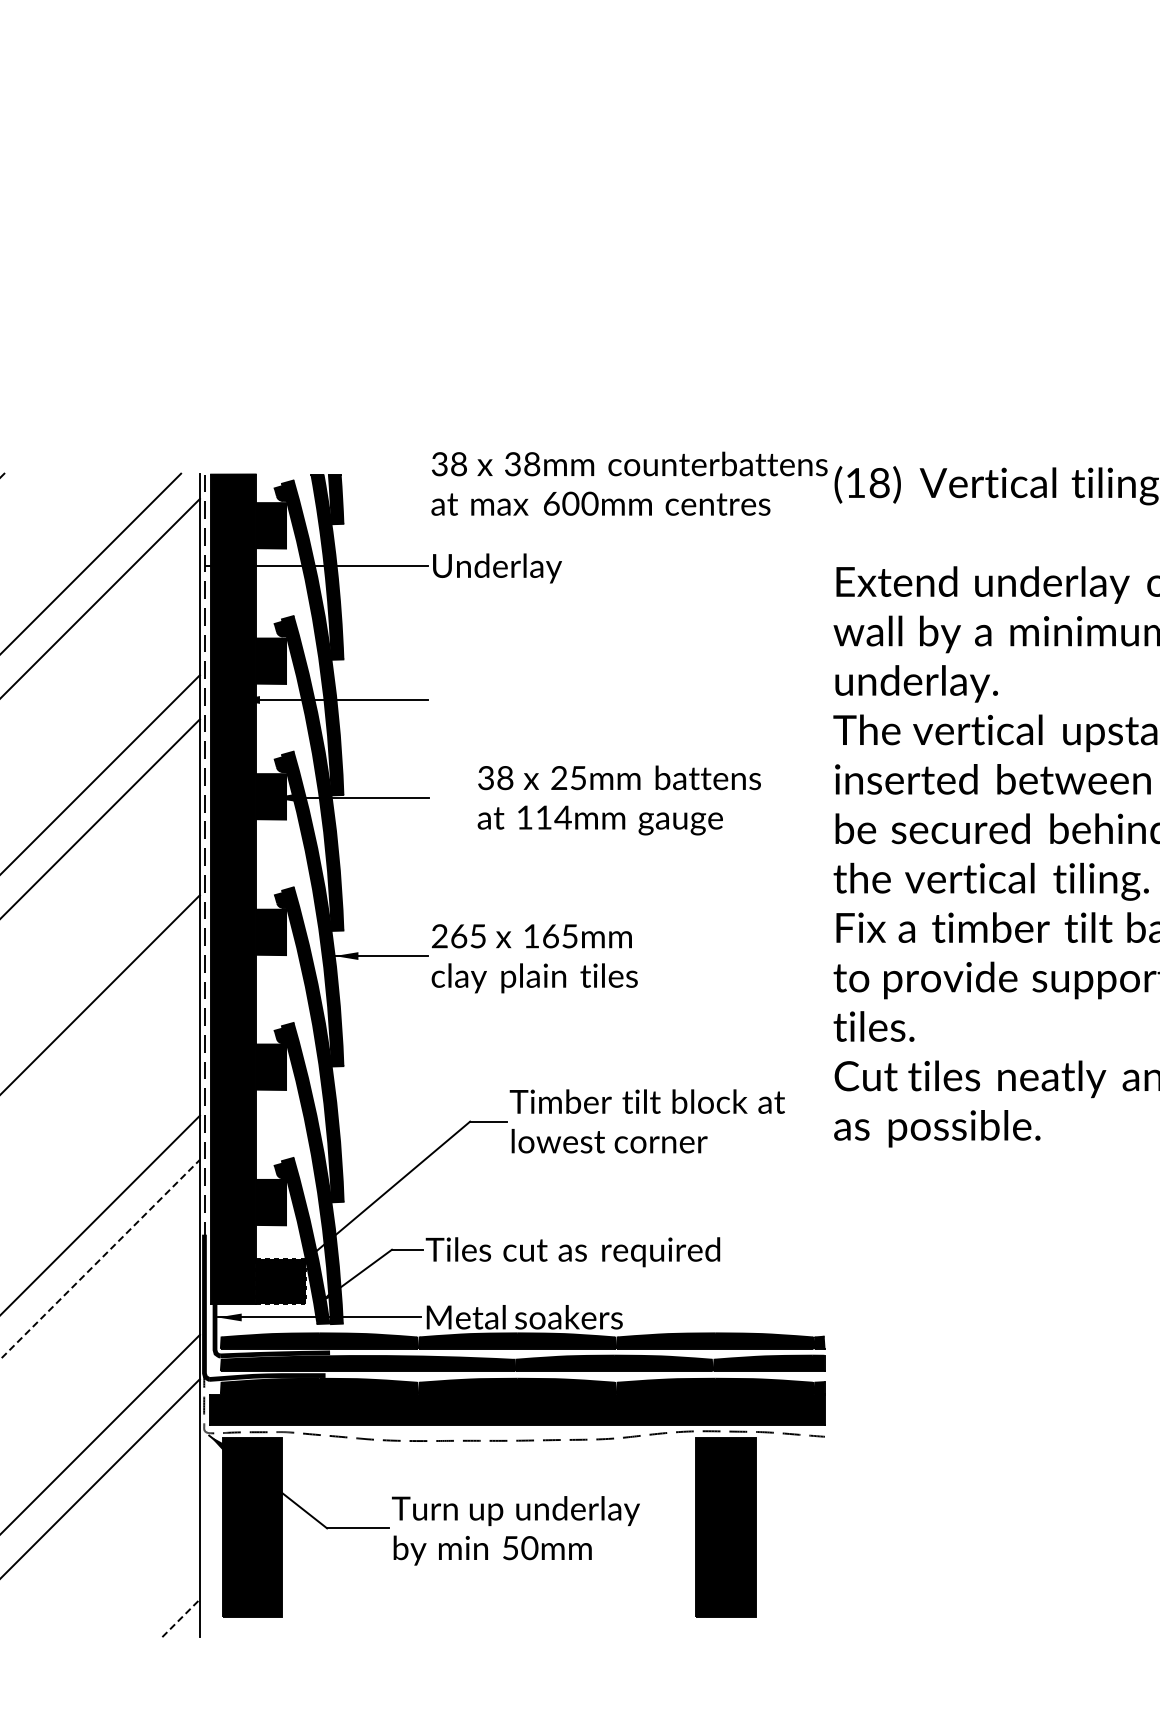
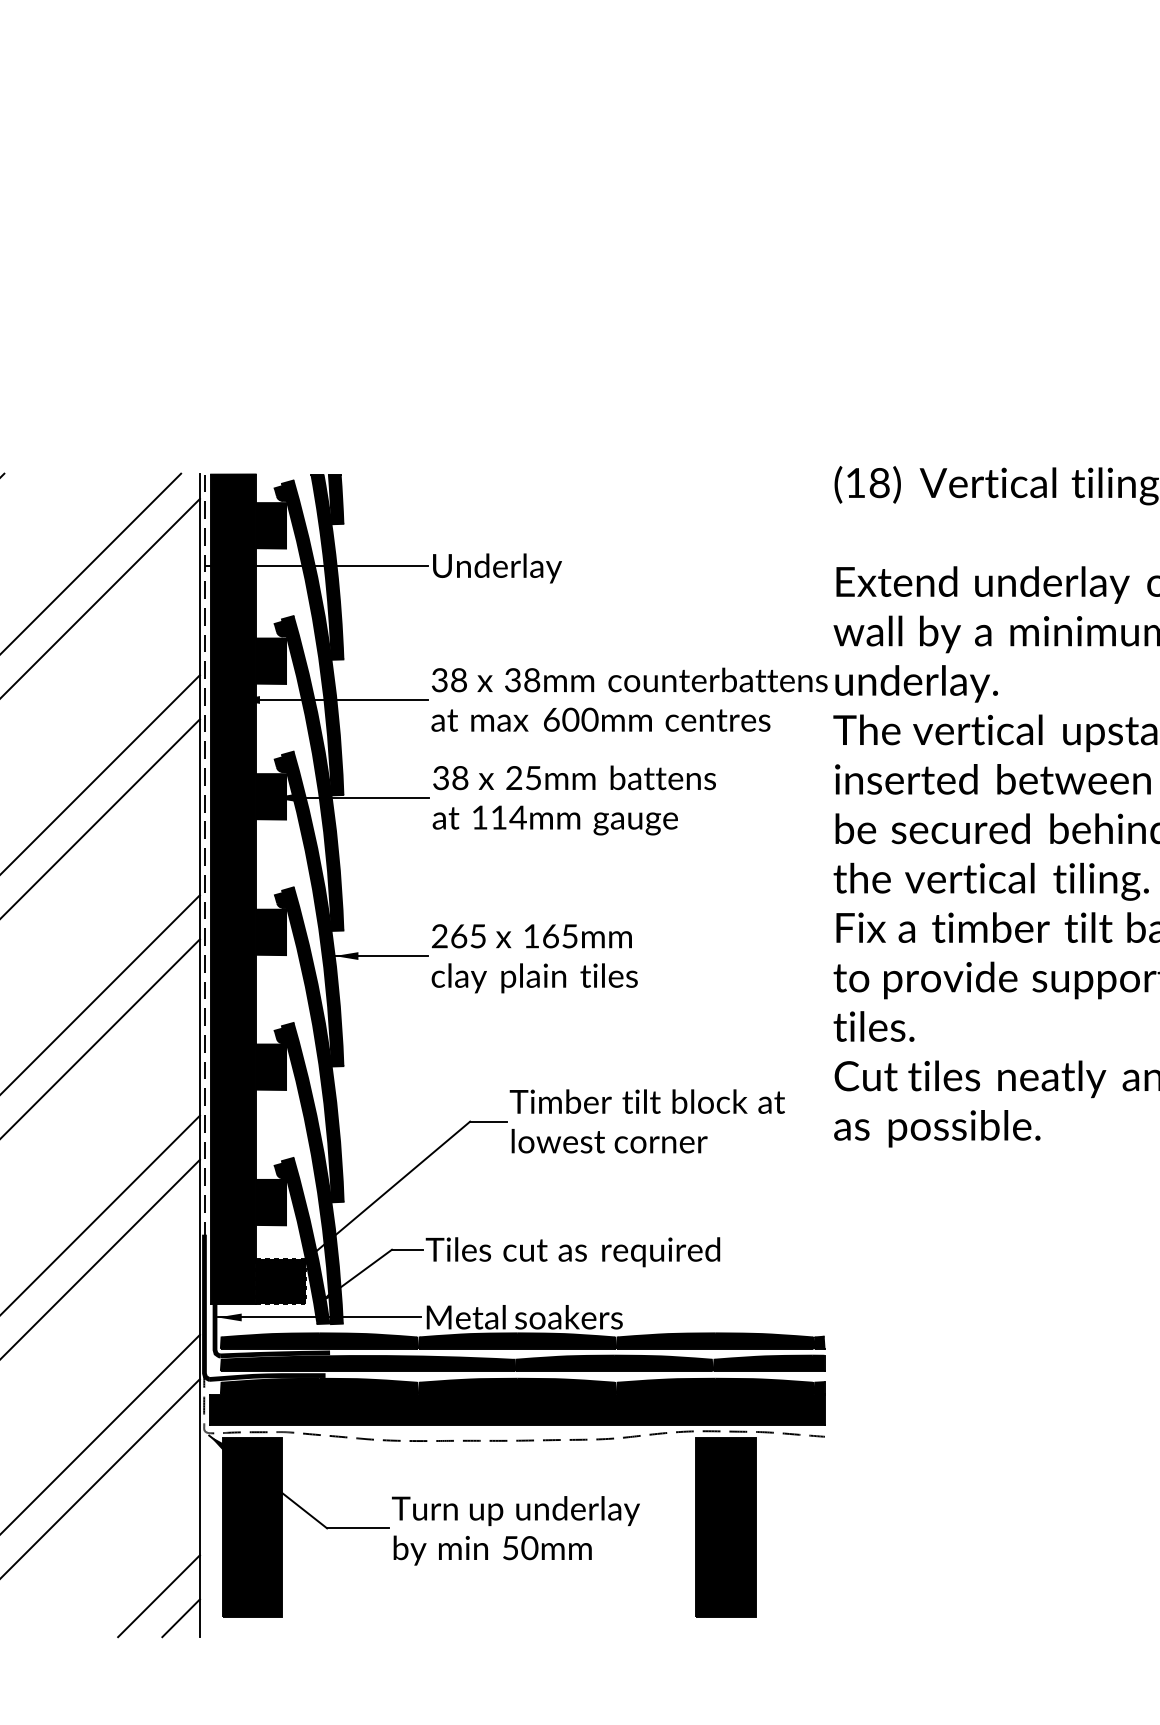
text at (629, 483) position: (629, 483) -> (629, 699)
text at (618, 800) position: (618, 800) -> (573, 800)
line at (100, 1037): none -> present
line at (100, 1259): dashed -> solid
line at (158, 1596): none -> present
line at (181, 1618): dashed -> solid
